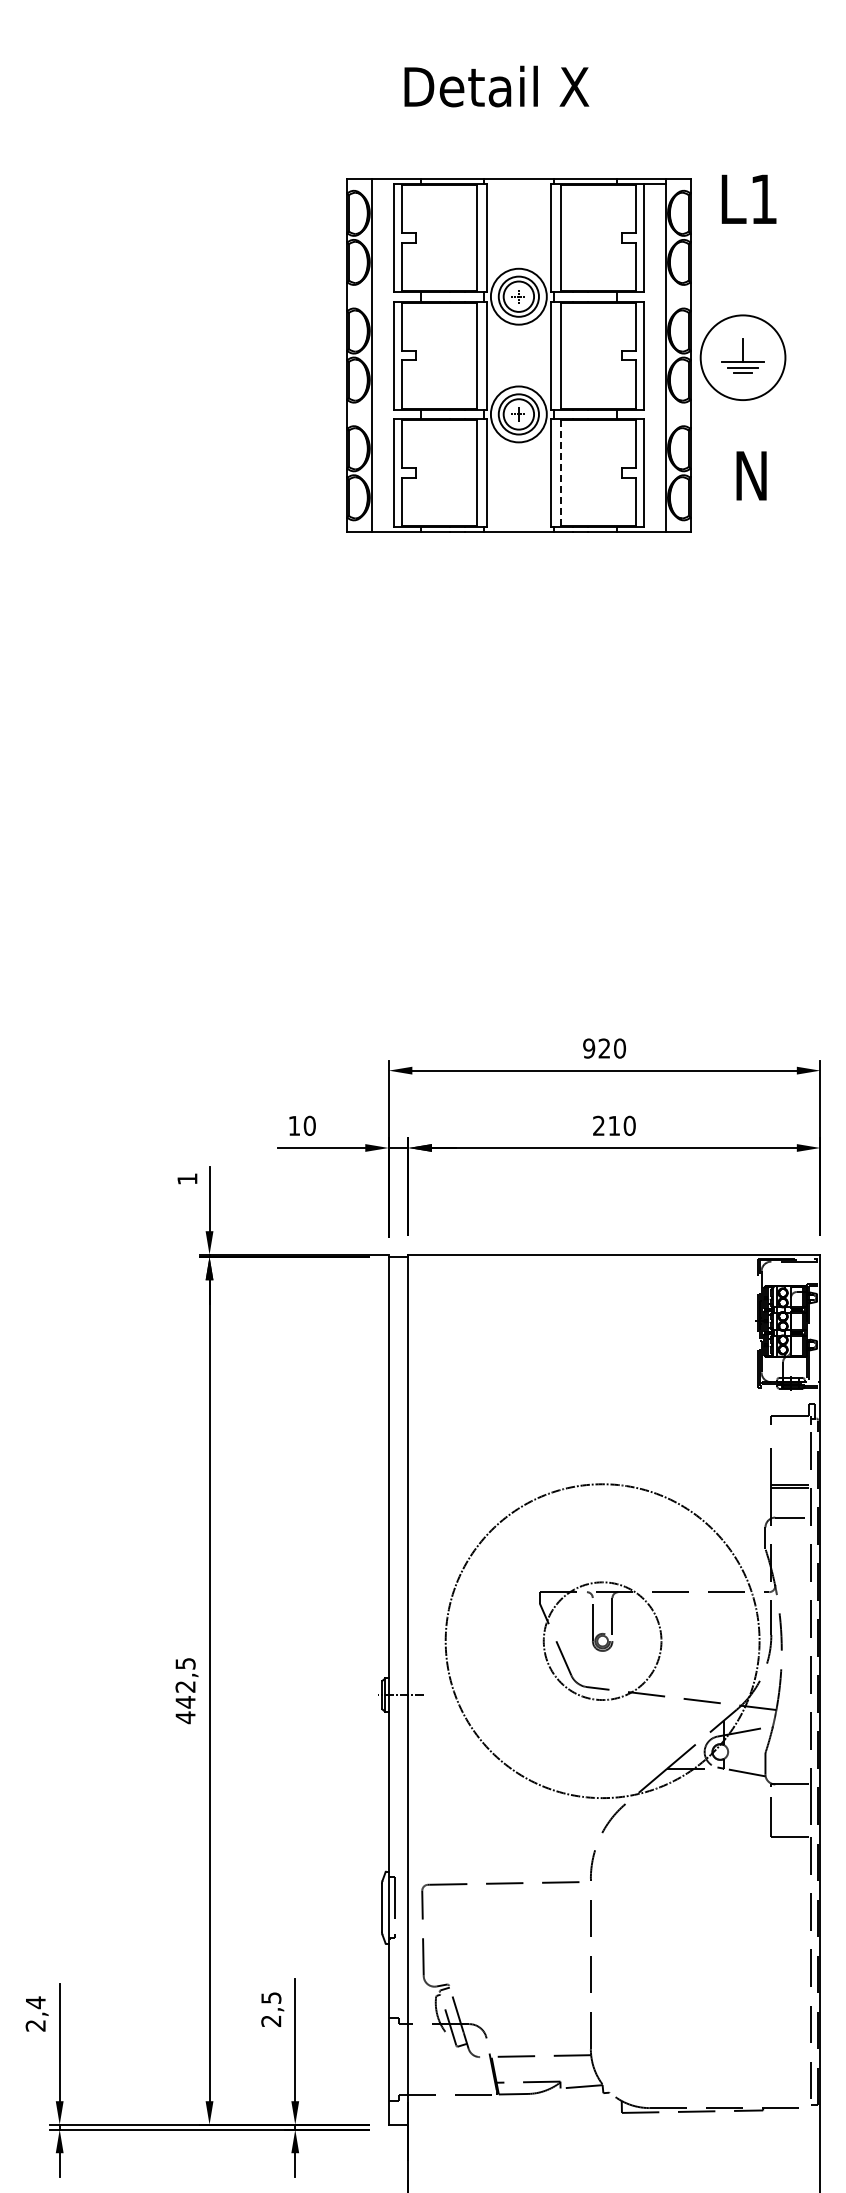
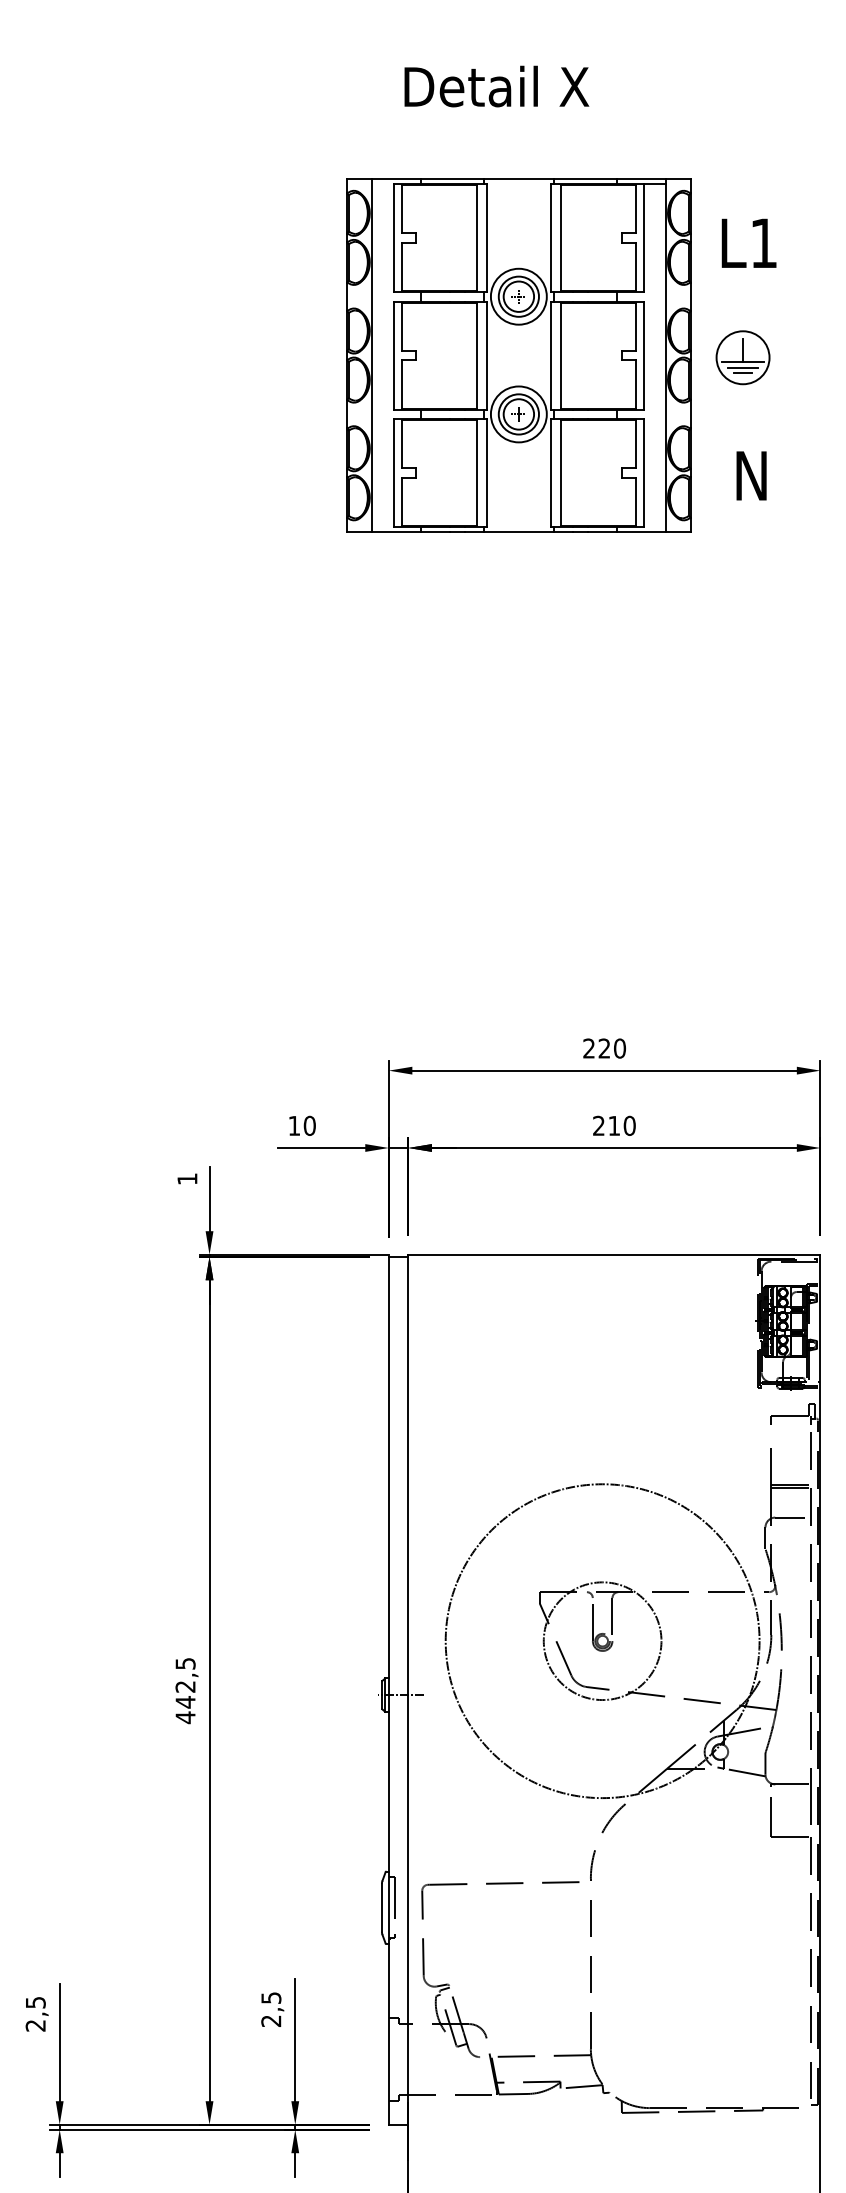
text at (748, 198) position: (748, 198) -> (748, 242)
circle at (742, 357) diameter: 85 px -> 53 px
line at (561, 473): dashed -> solid
text at (589, 1048): 920 -> 220
text at (35, 2002): 2,4 -> 2,5
